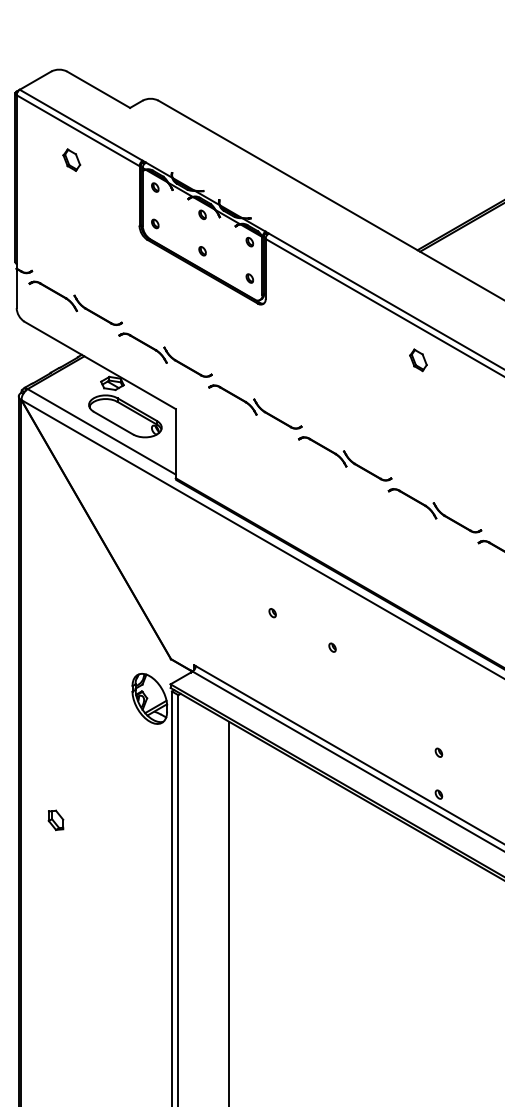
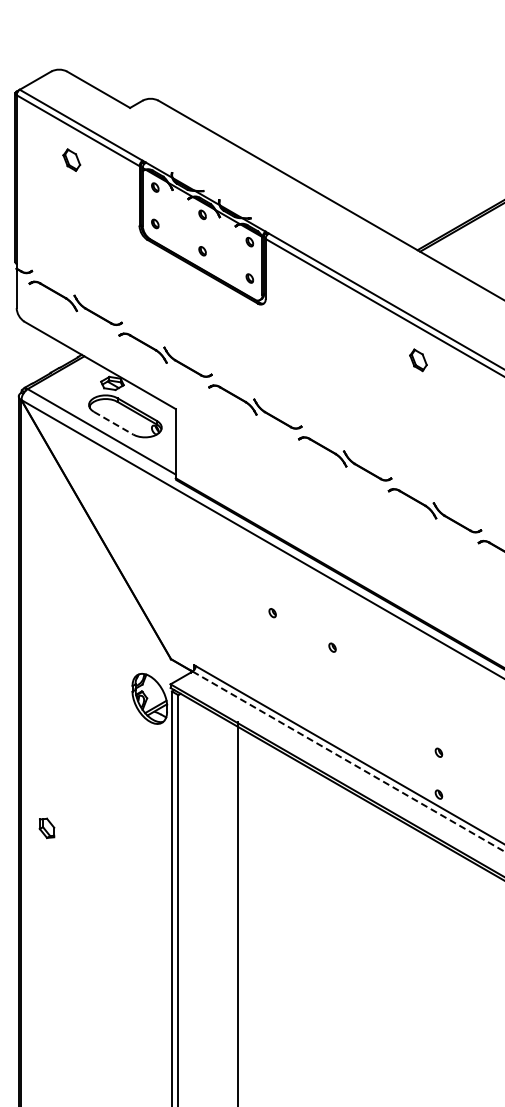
line at (113, 423): solid -> dashed
line at (349, 761): solid -> dashed
part at (55, 820) position: (55, 820) -> (46, 828)
line at (228, 912) position: (228, 912) -> (237, 912)
